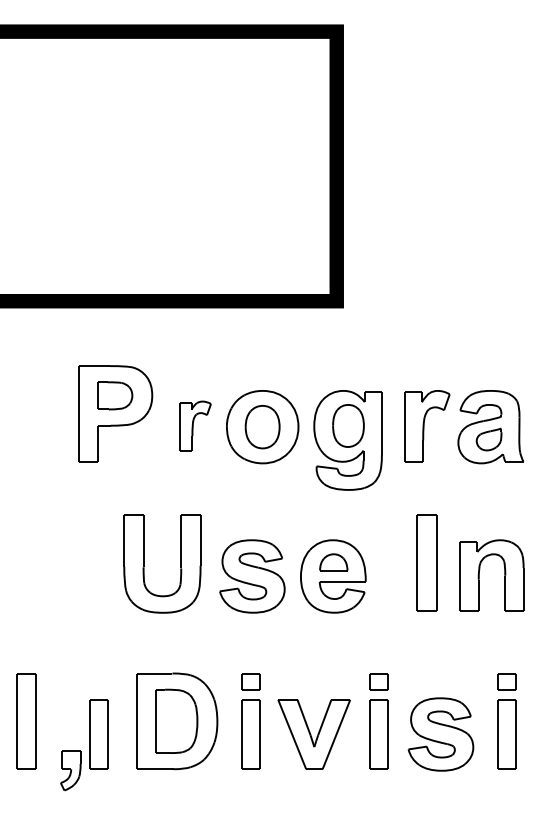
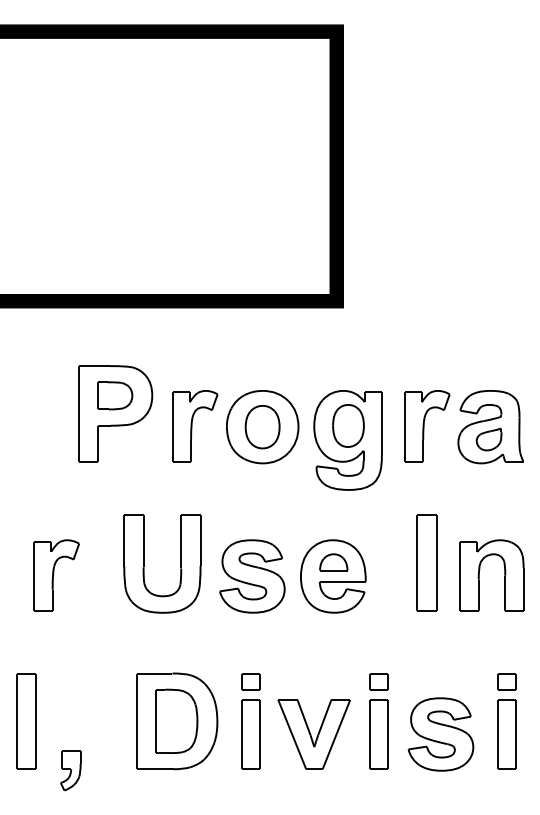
part at (195, 425) size: 33x52 px -> 47x73 px
part at (56, 575): none -> present
part at (98, 734): present -> none
